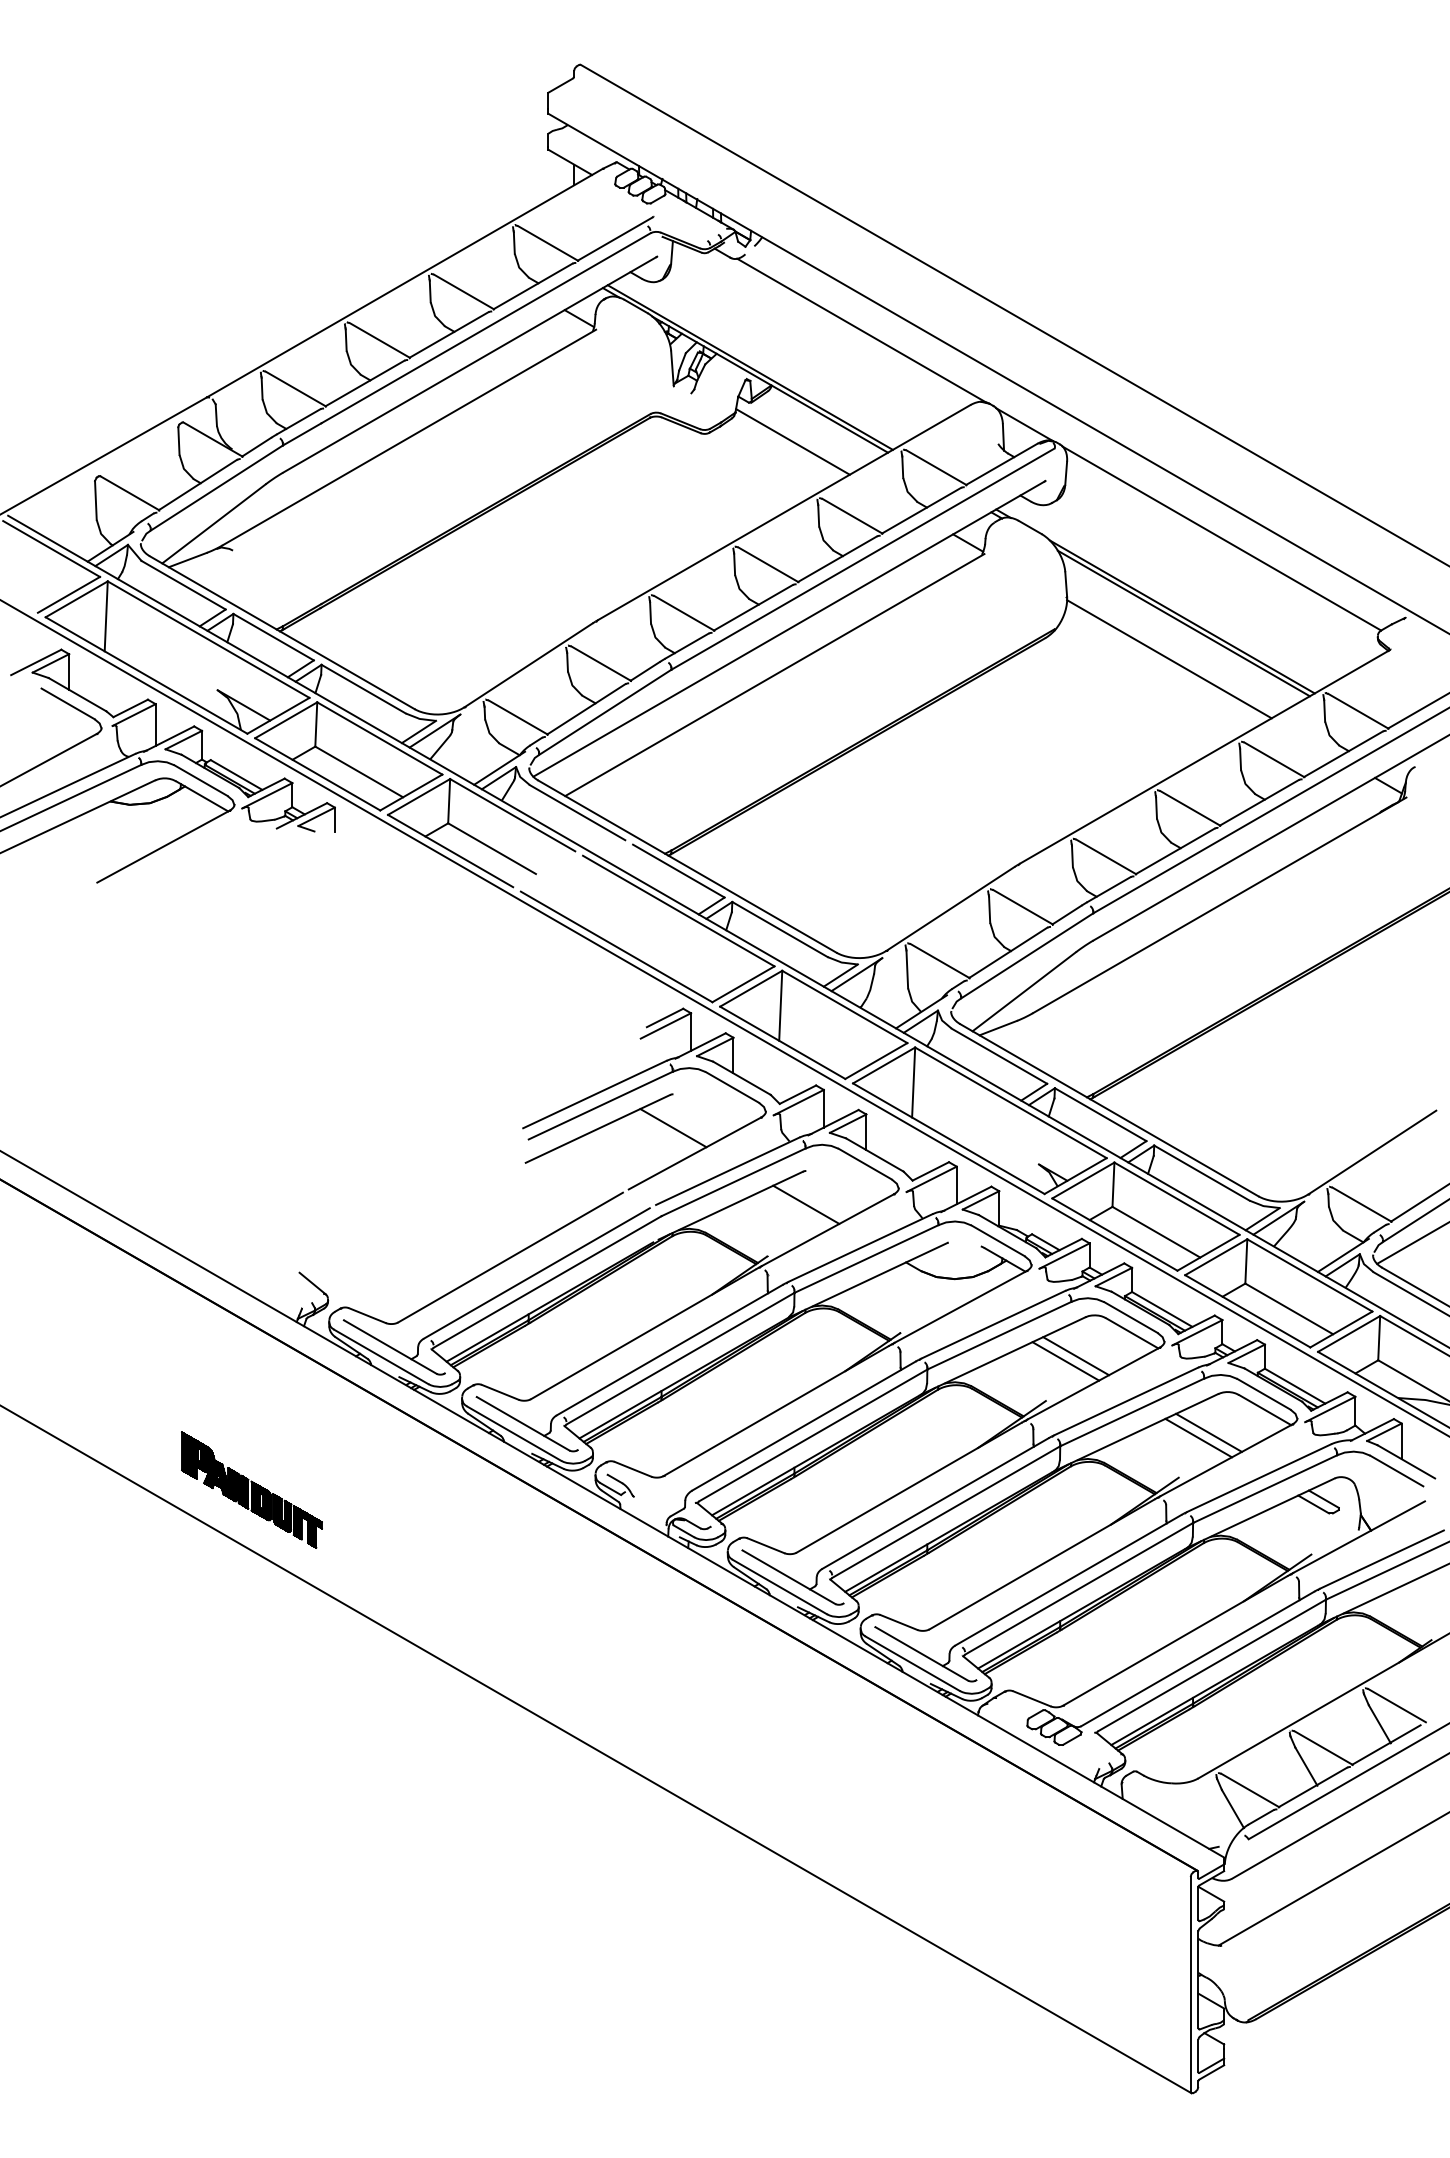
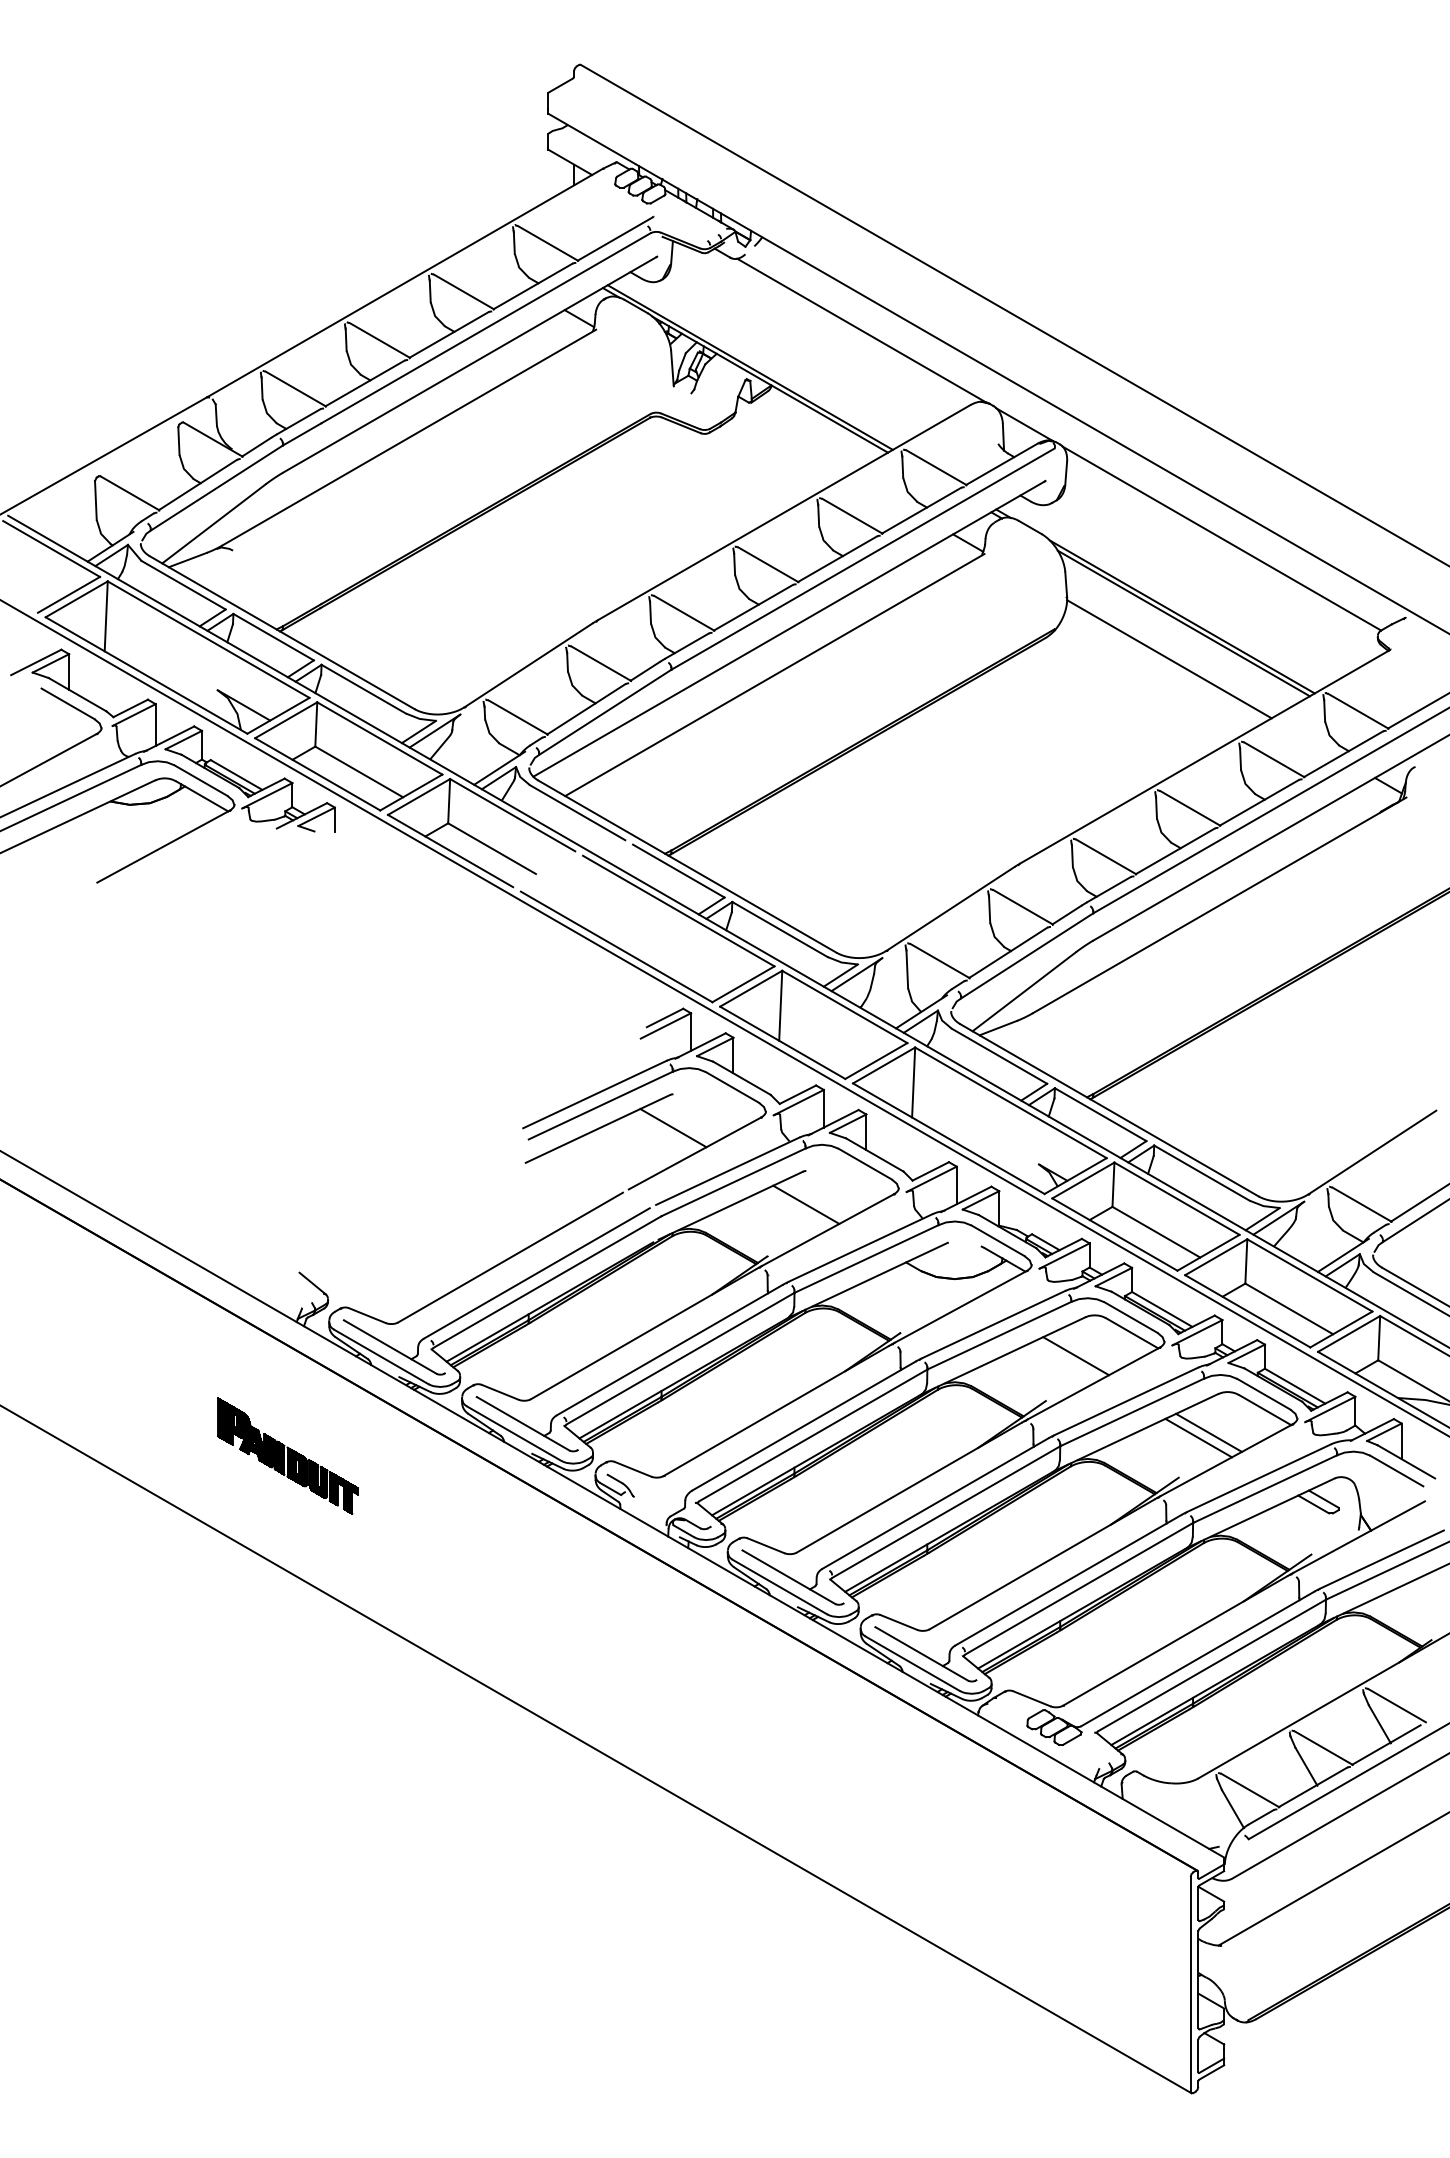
line at (792, 441): present -> none
line at (1411, 1243): present -> none
line at (1065, 1361): present -> none
part at (251, 1489) position: (251, 1489) -> (287, 1455)
